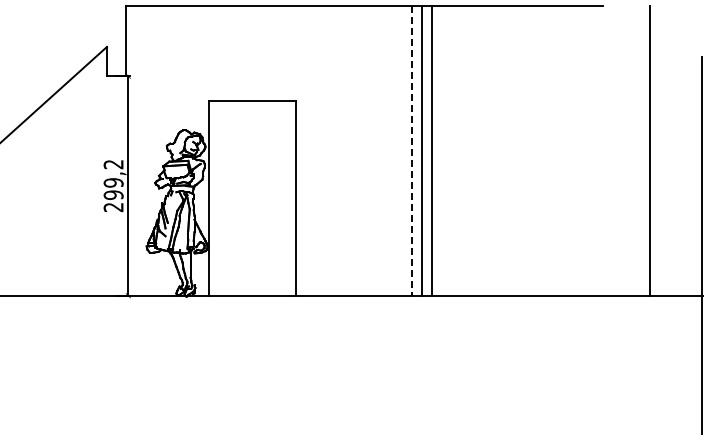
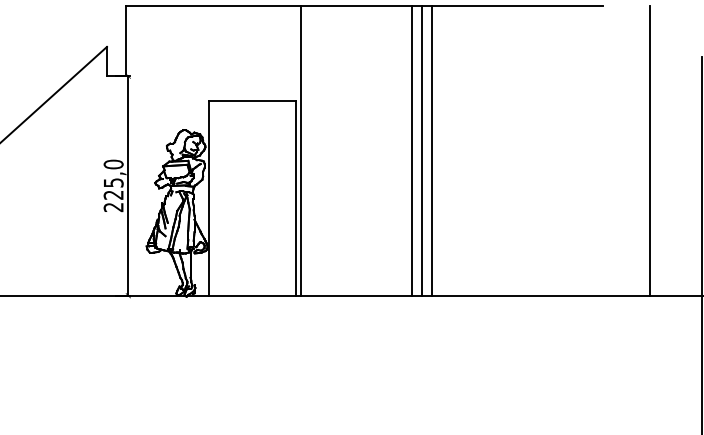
line at (301, 150): none -> present
line at (412, 150): dashed -> solid
text at (113, 179): 299,2 -> 225,0
